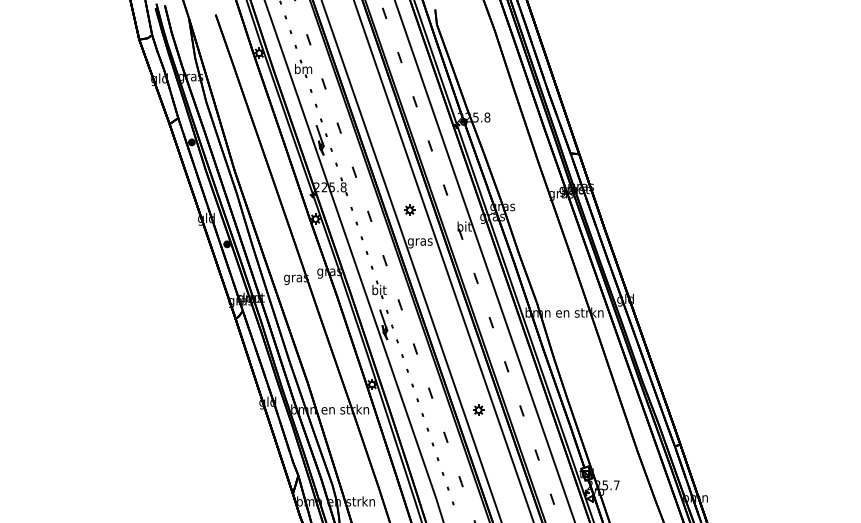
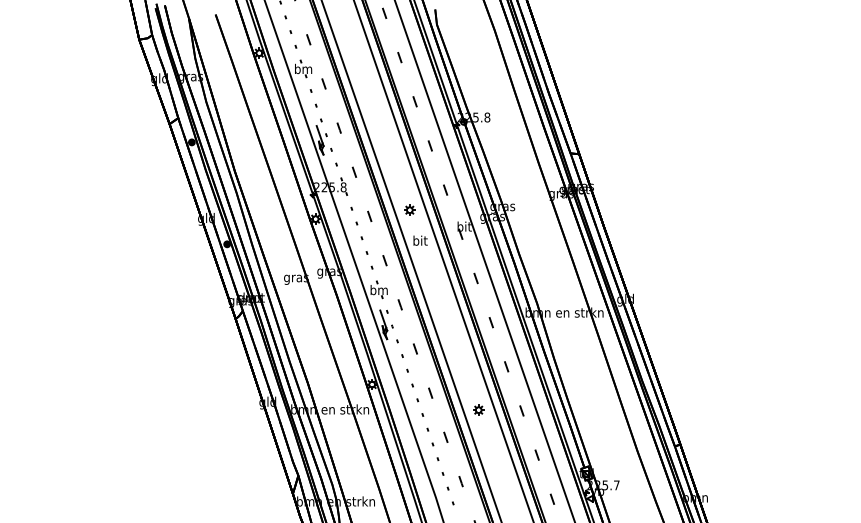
text at (419, 241): gras -> bit
text at (378, 290): bit -> bm
